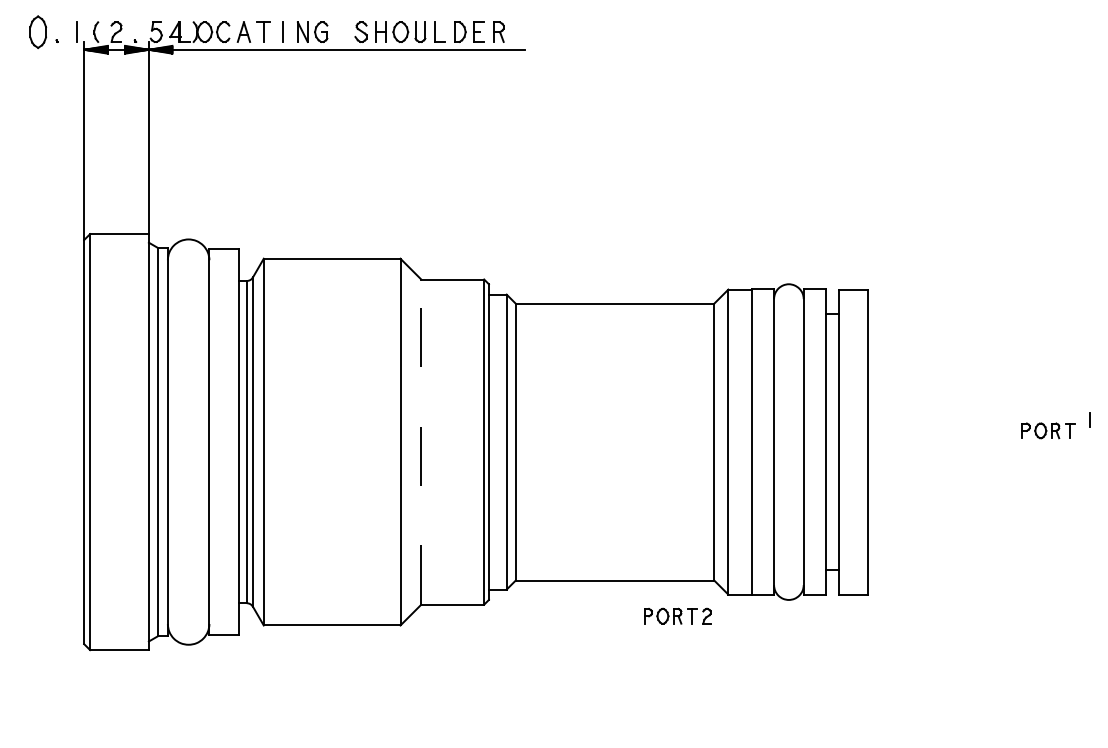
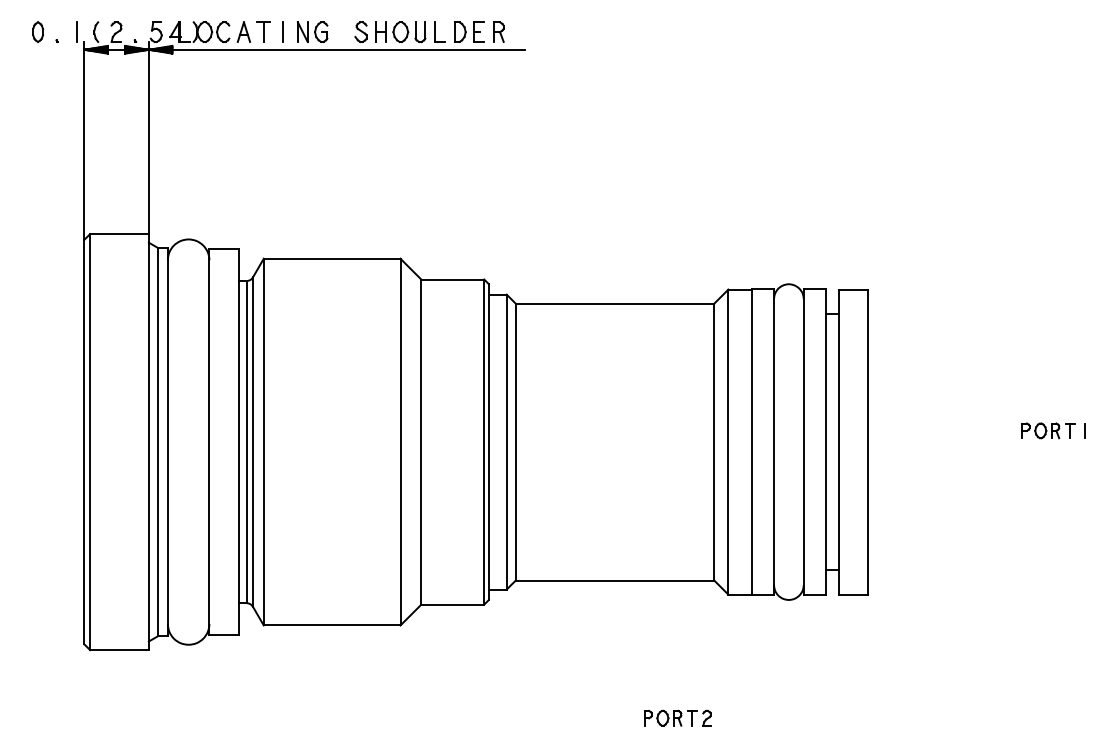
part at (38, 31) size: 19x34 px -> 12x22 px
line at (1089, 419) position: (1089, 419) -> (1084, 430)
line at (421, 442): dashed -> solid
part at (677, 615) position: (677, 615) -> (677, 717)
